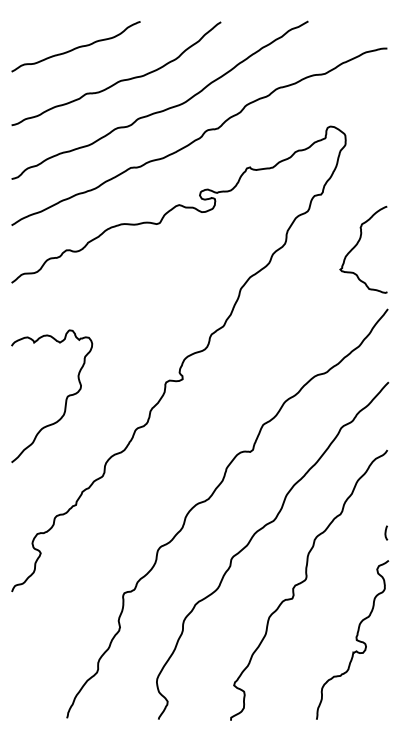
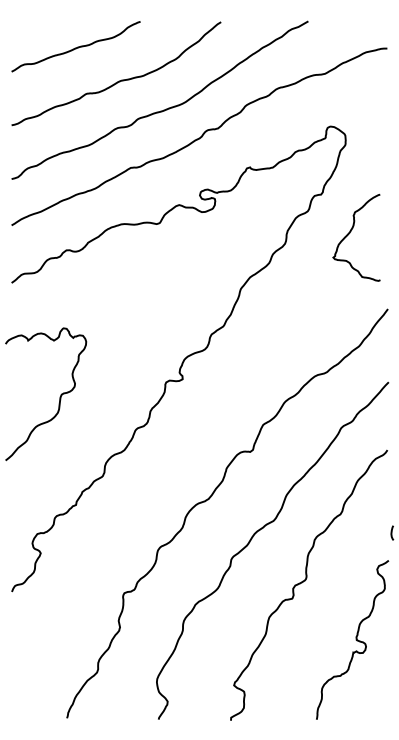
curve at (357, 245) position: (357, 245) -> (350, 233)
curve at (65, 399) position: (65, 399) -> (59, 397)
curve at (386, 532) position: (386, 532) -> (392, 532)
